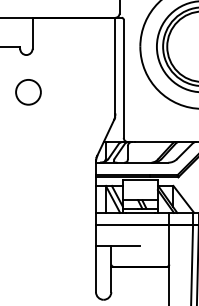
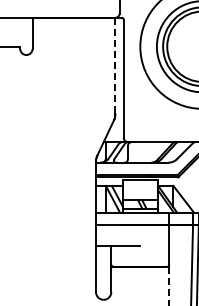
line at (115, 65): solid -> dashed
circle at (28, 92): present -> none
line at (169, 286): solid -> dashed
